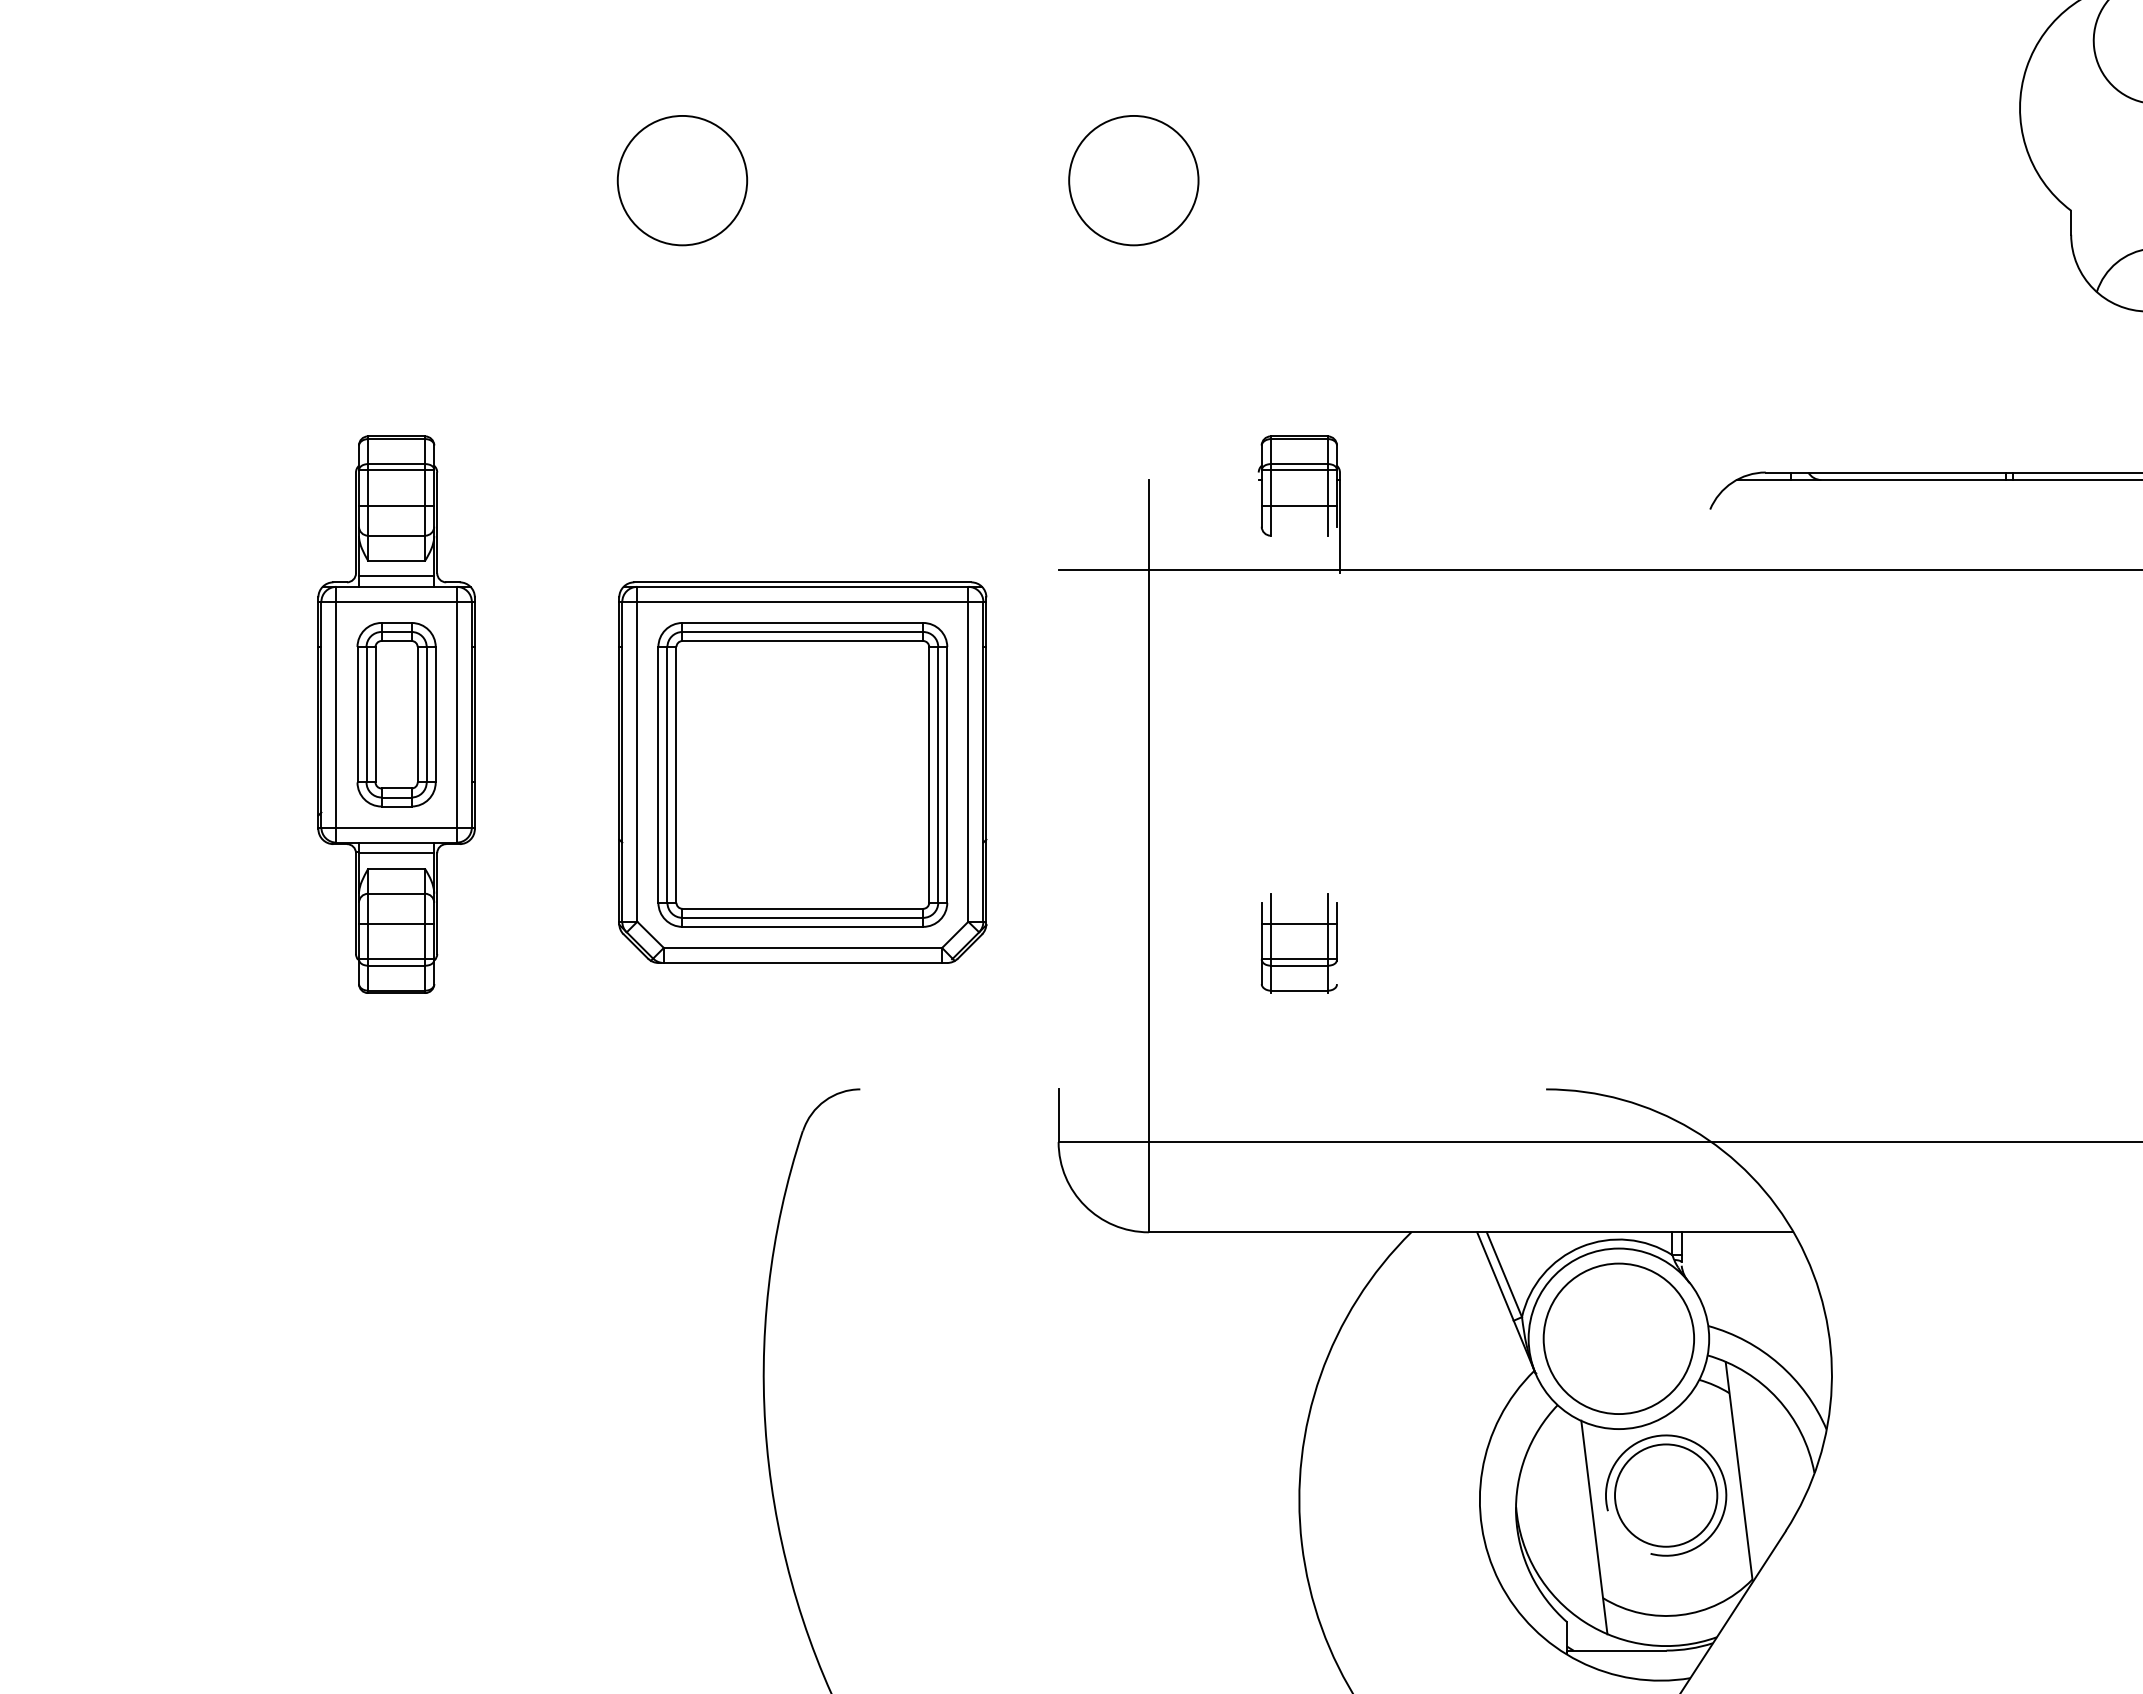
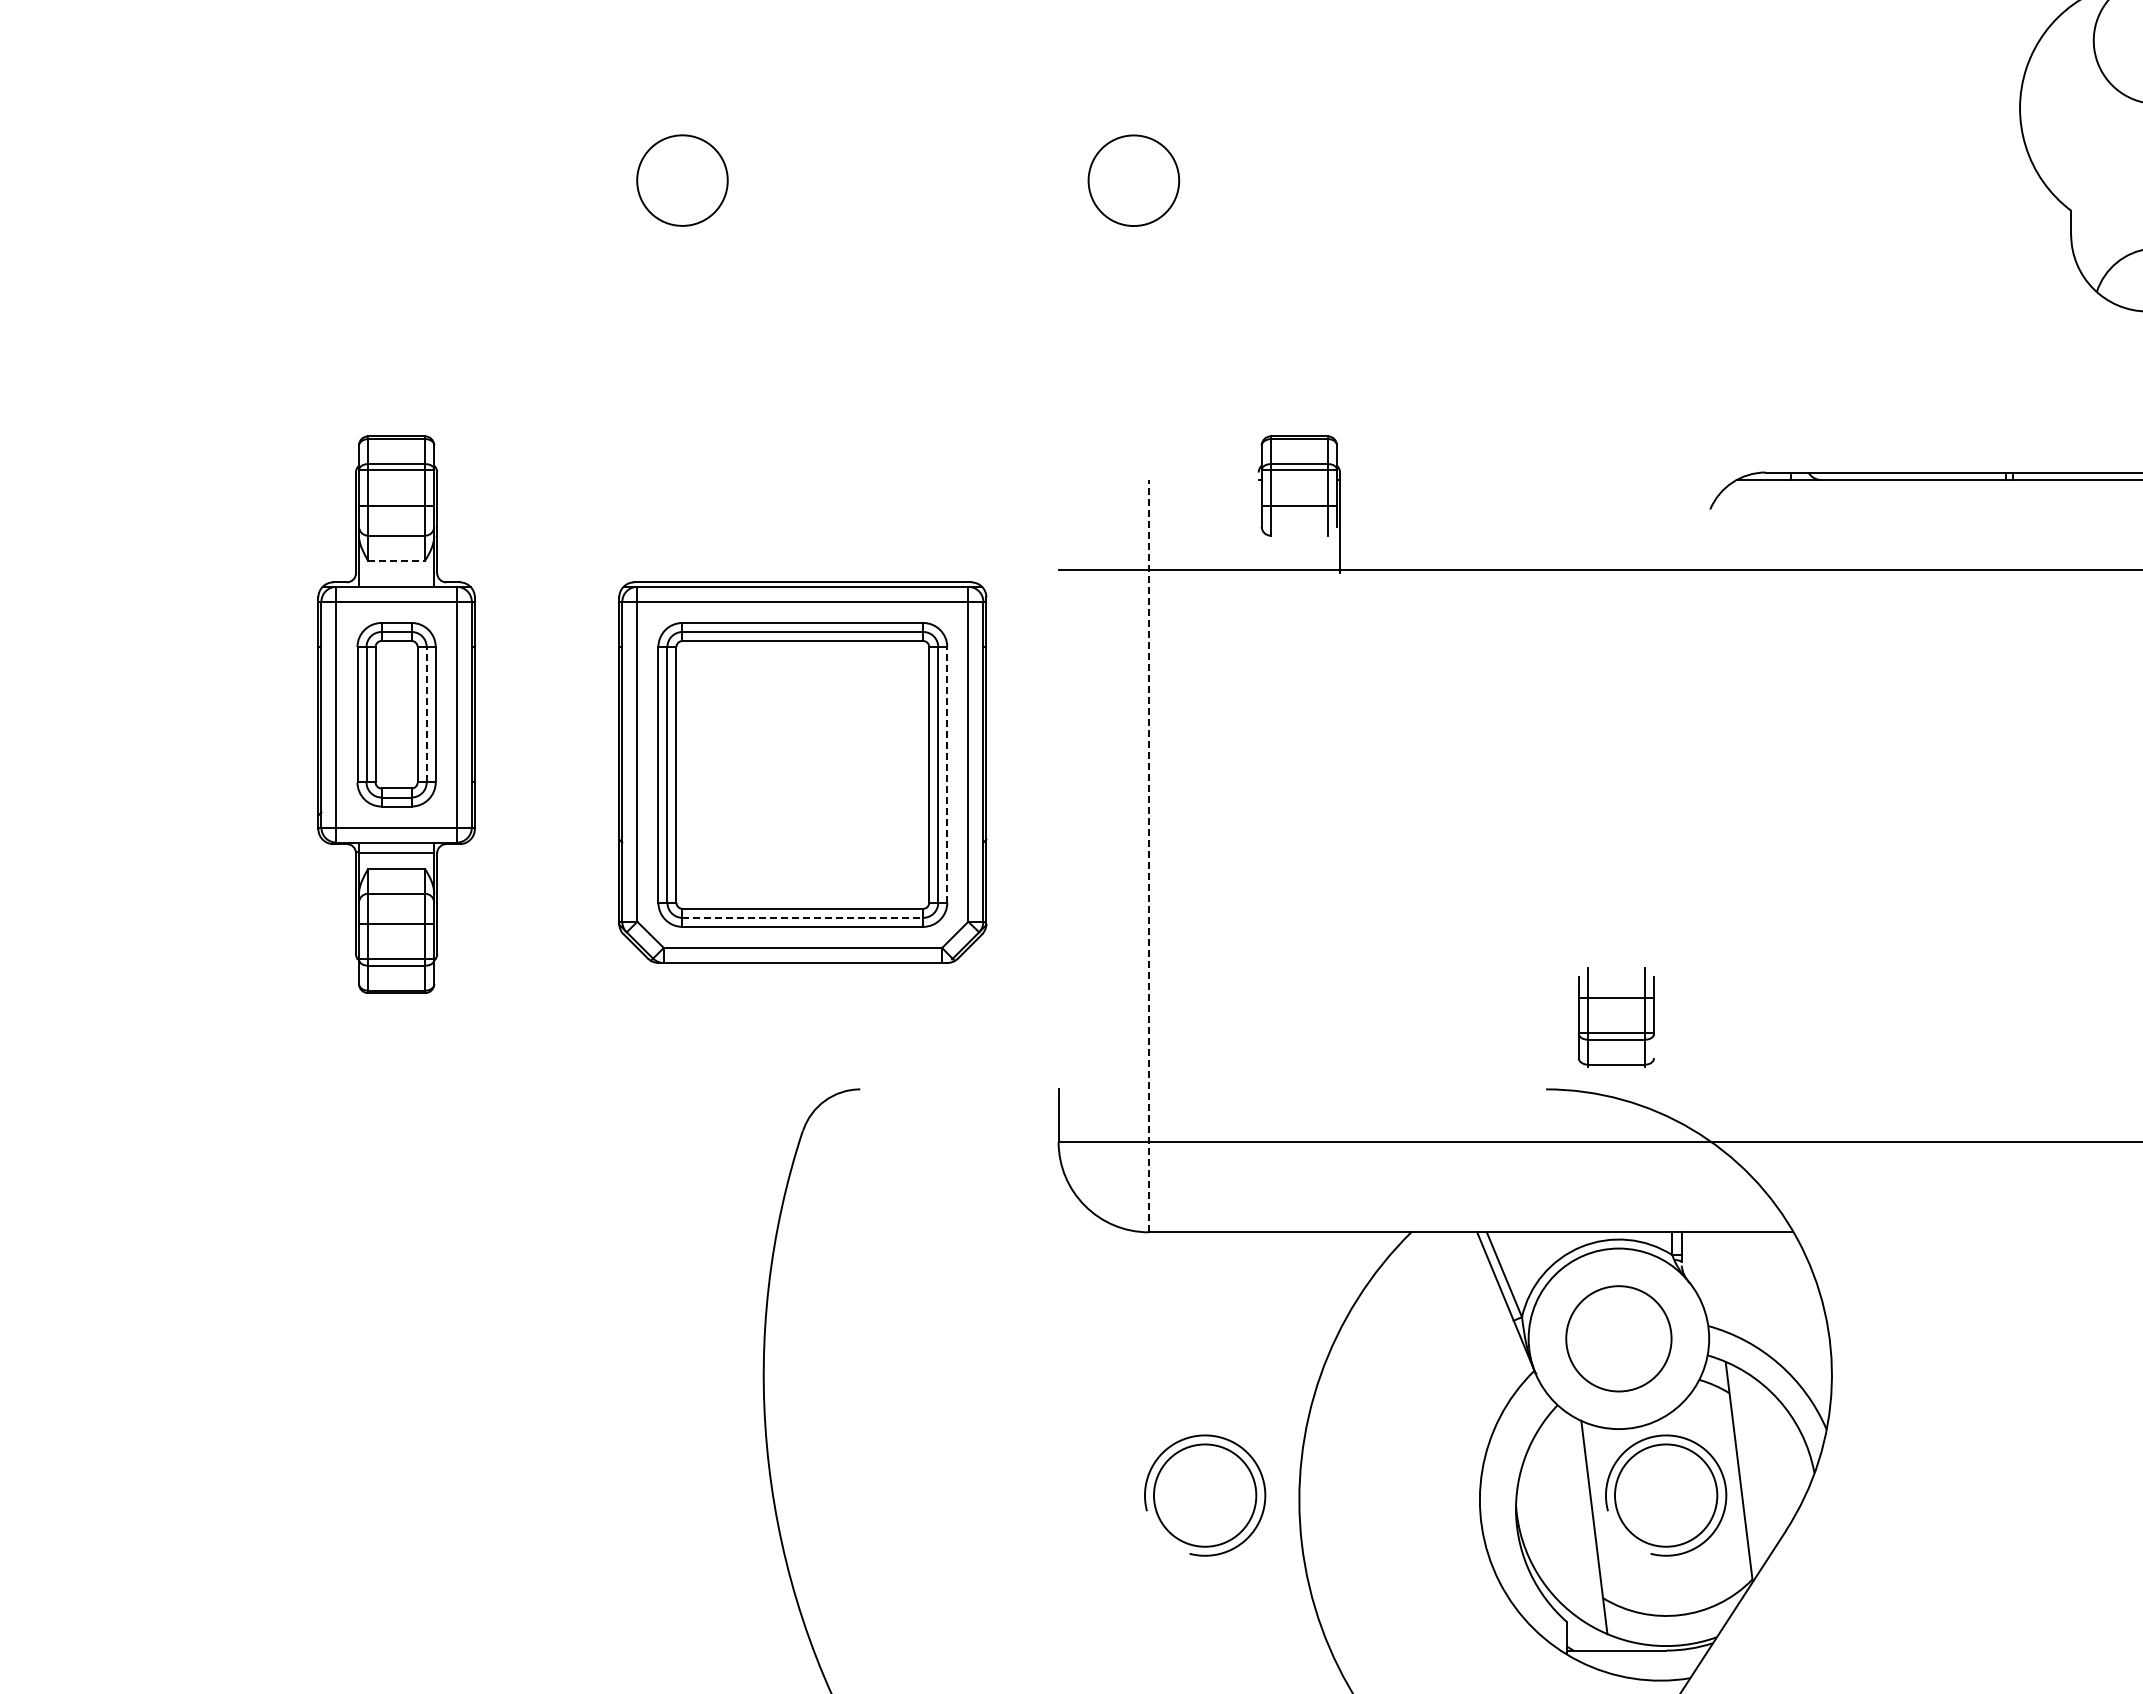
circle at (682, 180) diameter: 129 px -> 91 px
circle at (1133, 180) size: 132x132 px -> 94x93 px
line at (396, 560): solid -> dashed
line at (396, 576): present -> none
line at (426, 714): solid -> dashed
line at (947, 774): solid -> dashed
line at (1148, 855): solid -> dashed
line at (803, 917): solid -> dashed
part at (1298, 943) position: (1298, 943) -> (1615, 1017)
circle at (1618, 1338) diameter: 150 px -> 105 px
part at (1205, 1495): none -> present
